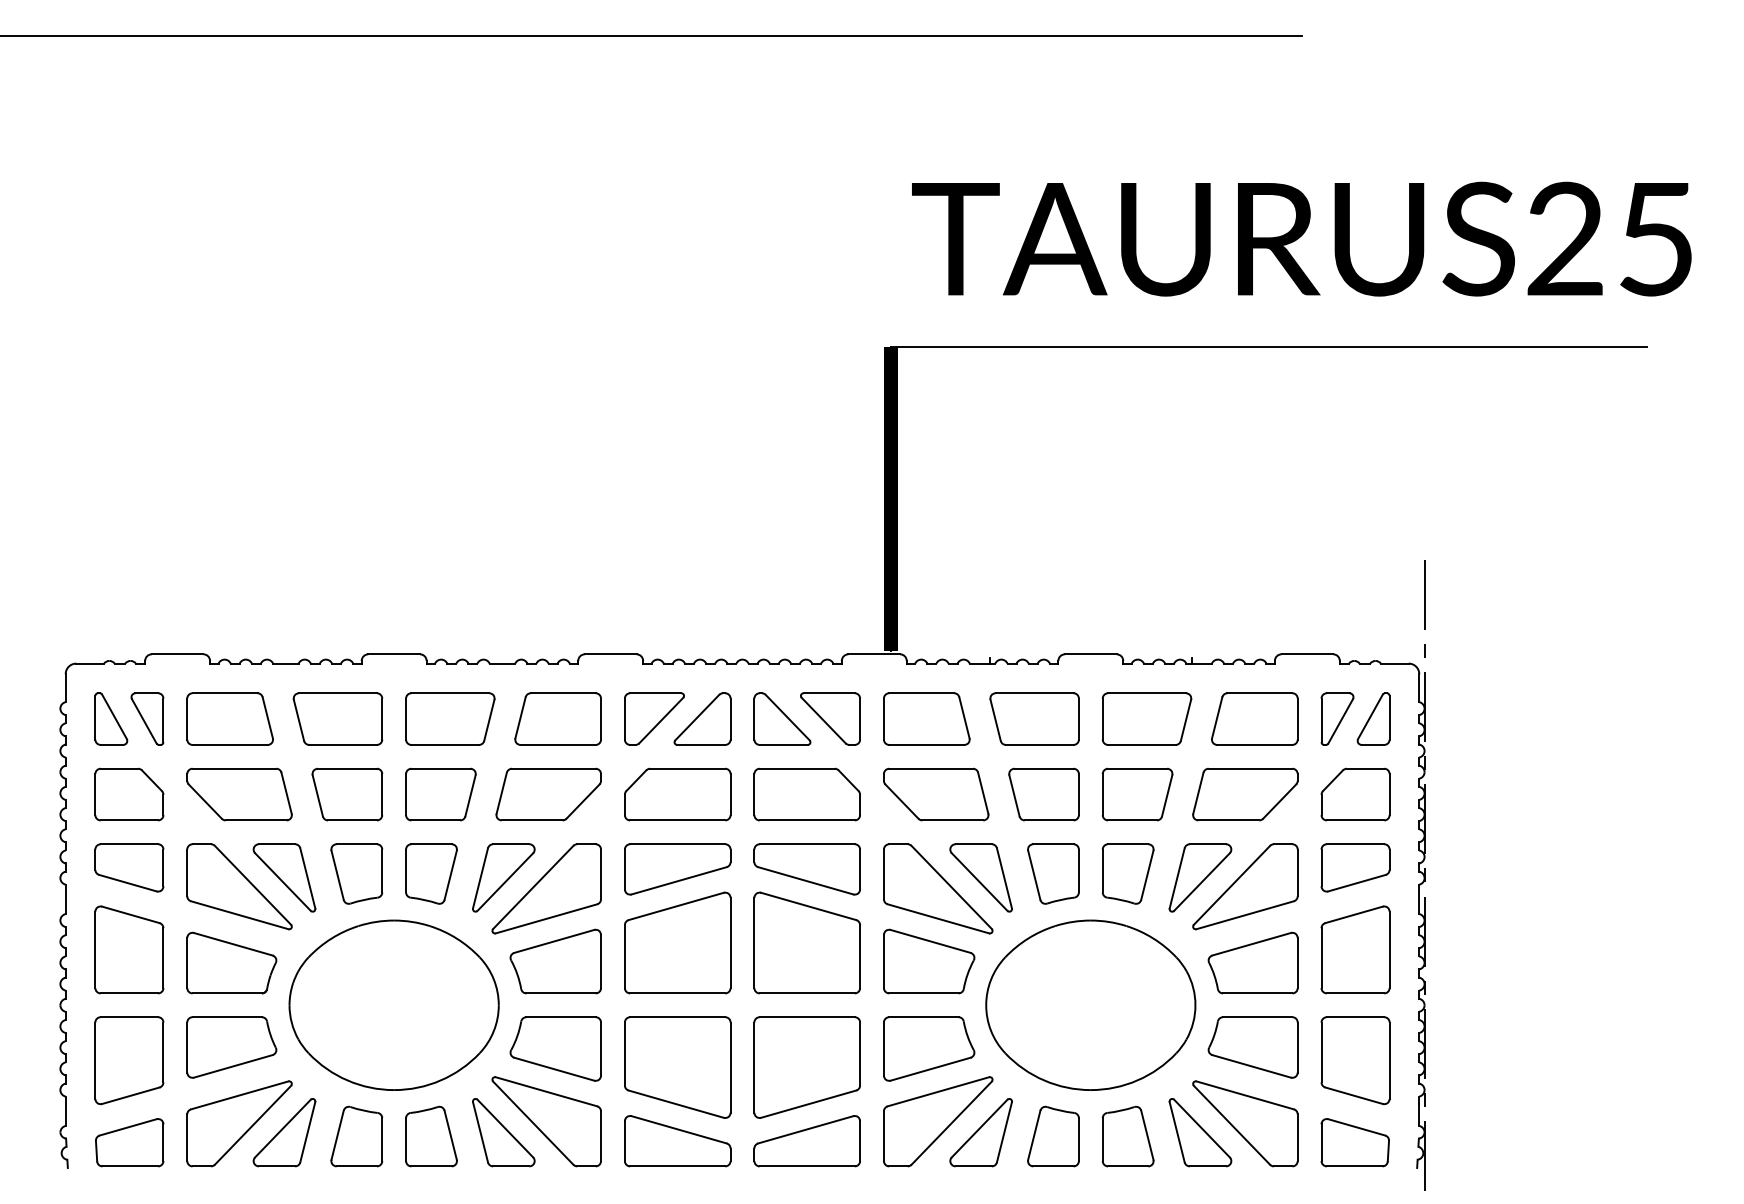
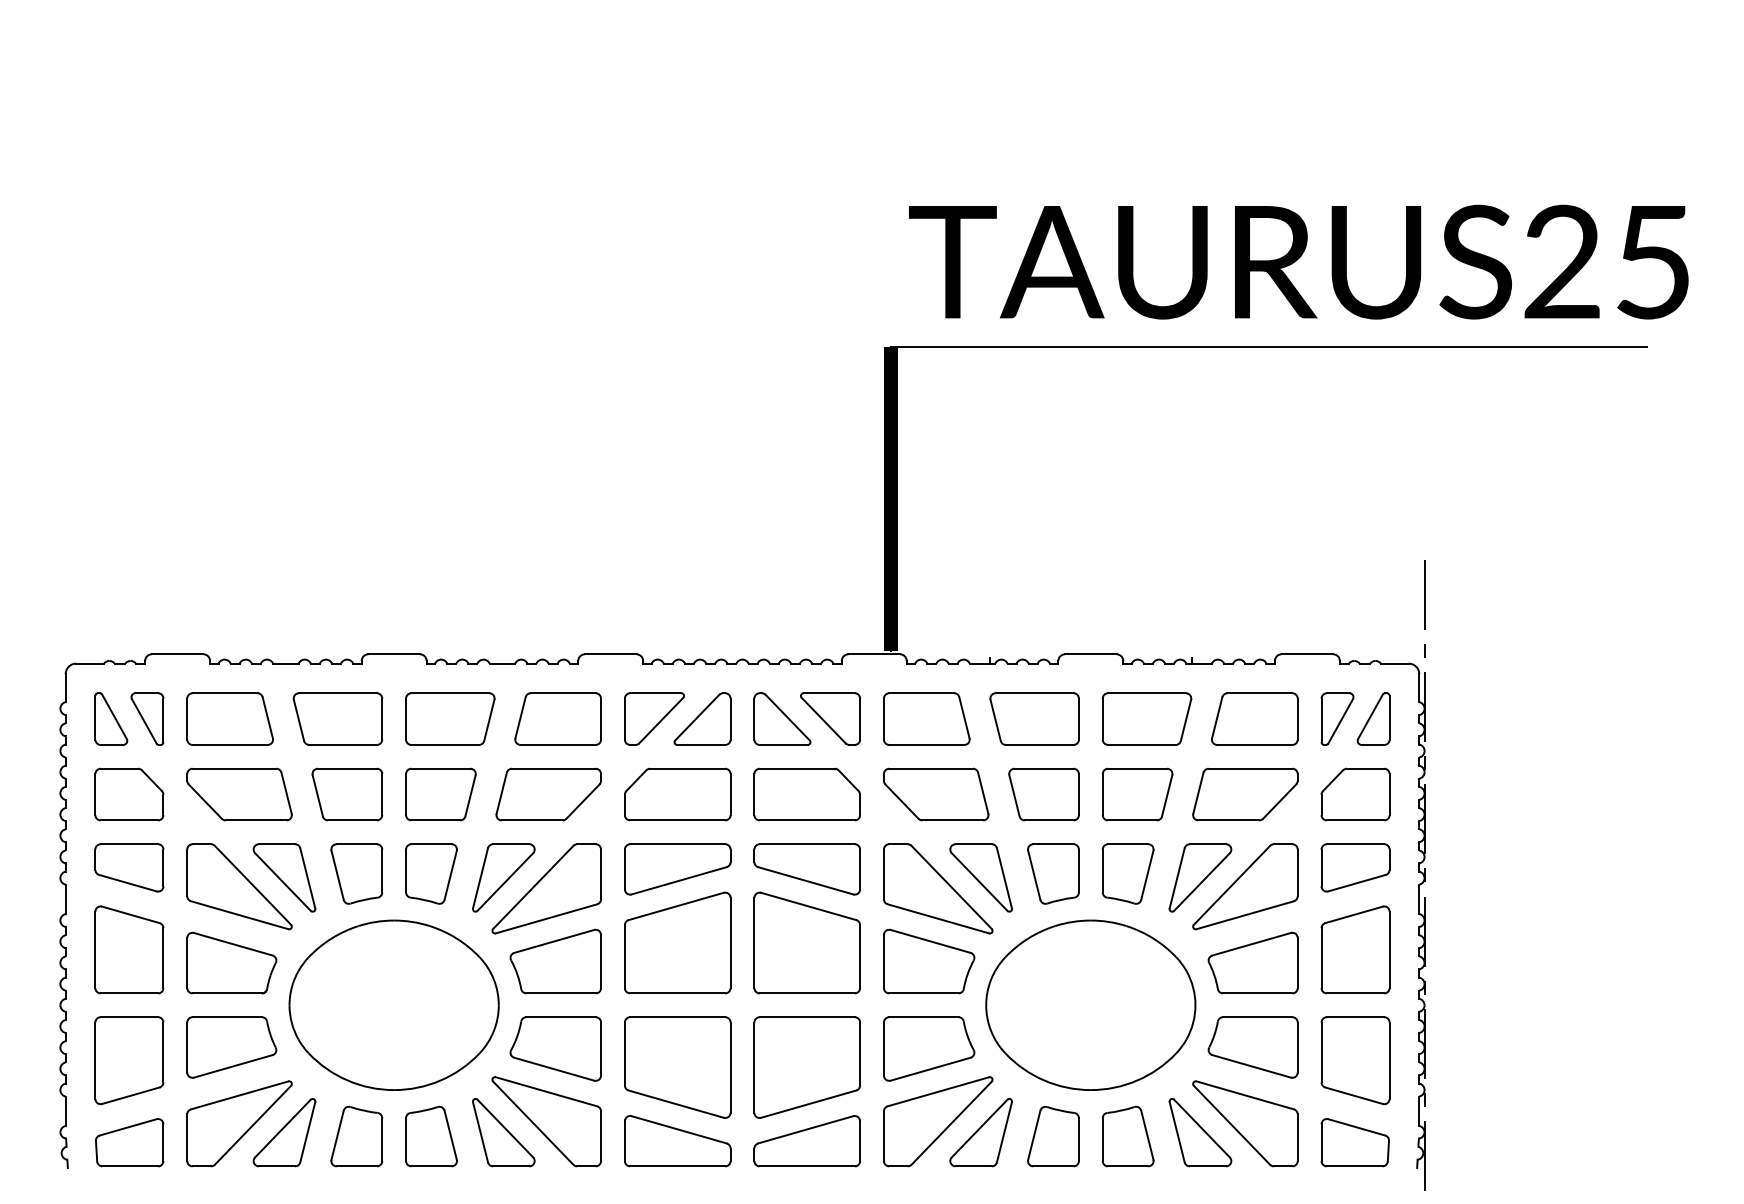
line at (652, 36): present -> none
text at (1301, 238) position: (1301, 238) -> (1298, 261)
